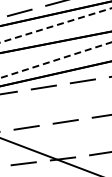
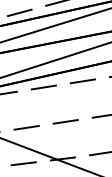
line at (56, 25): dashed -> solid
line at (55, 60): dashed -> solid
